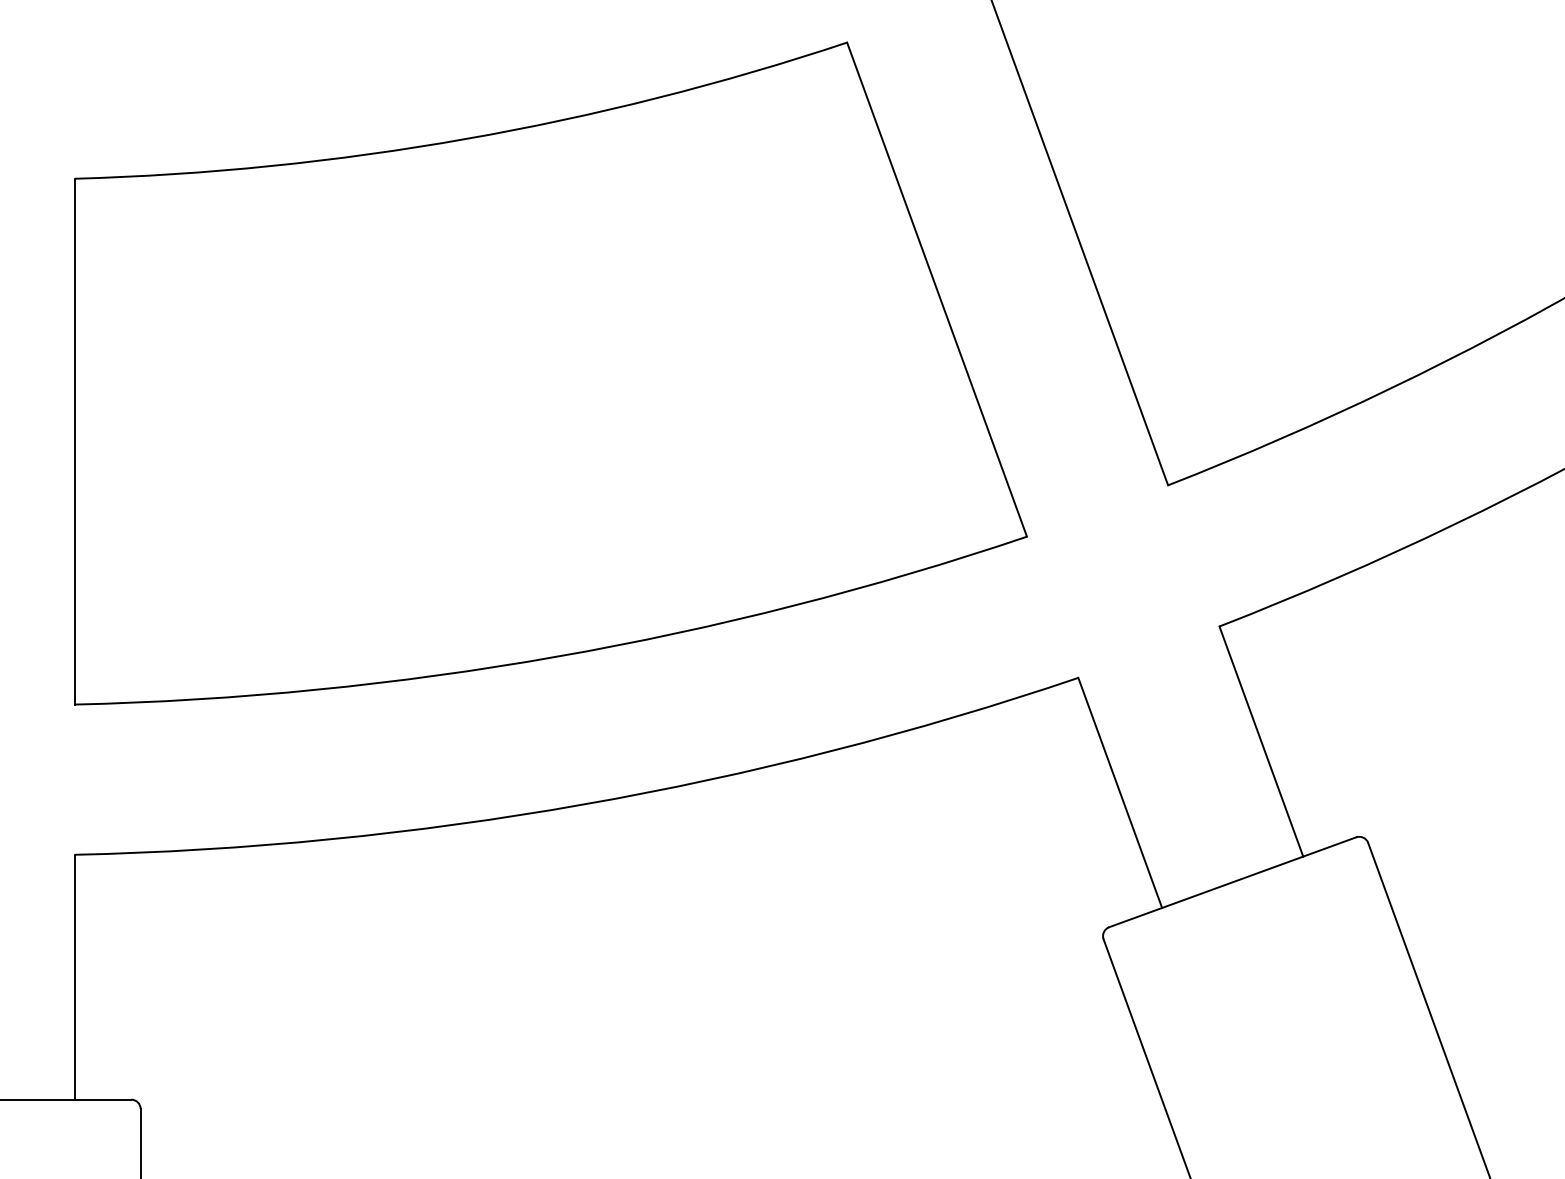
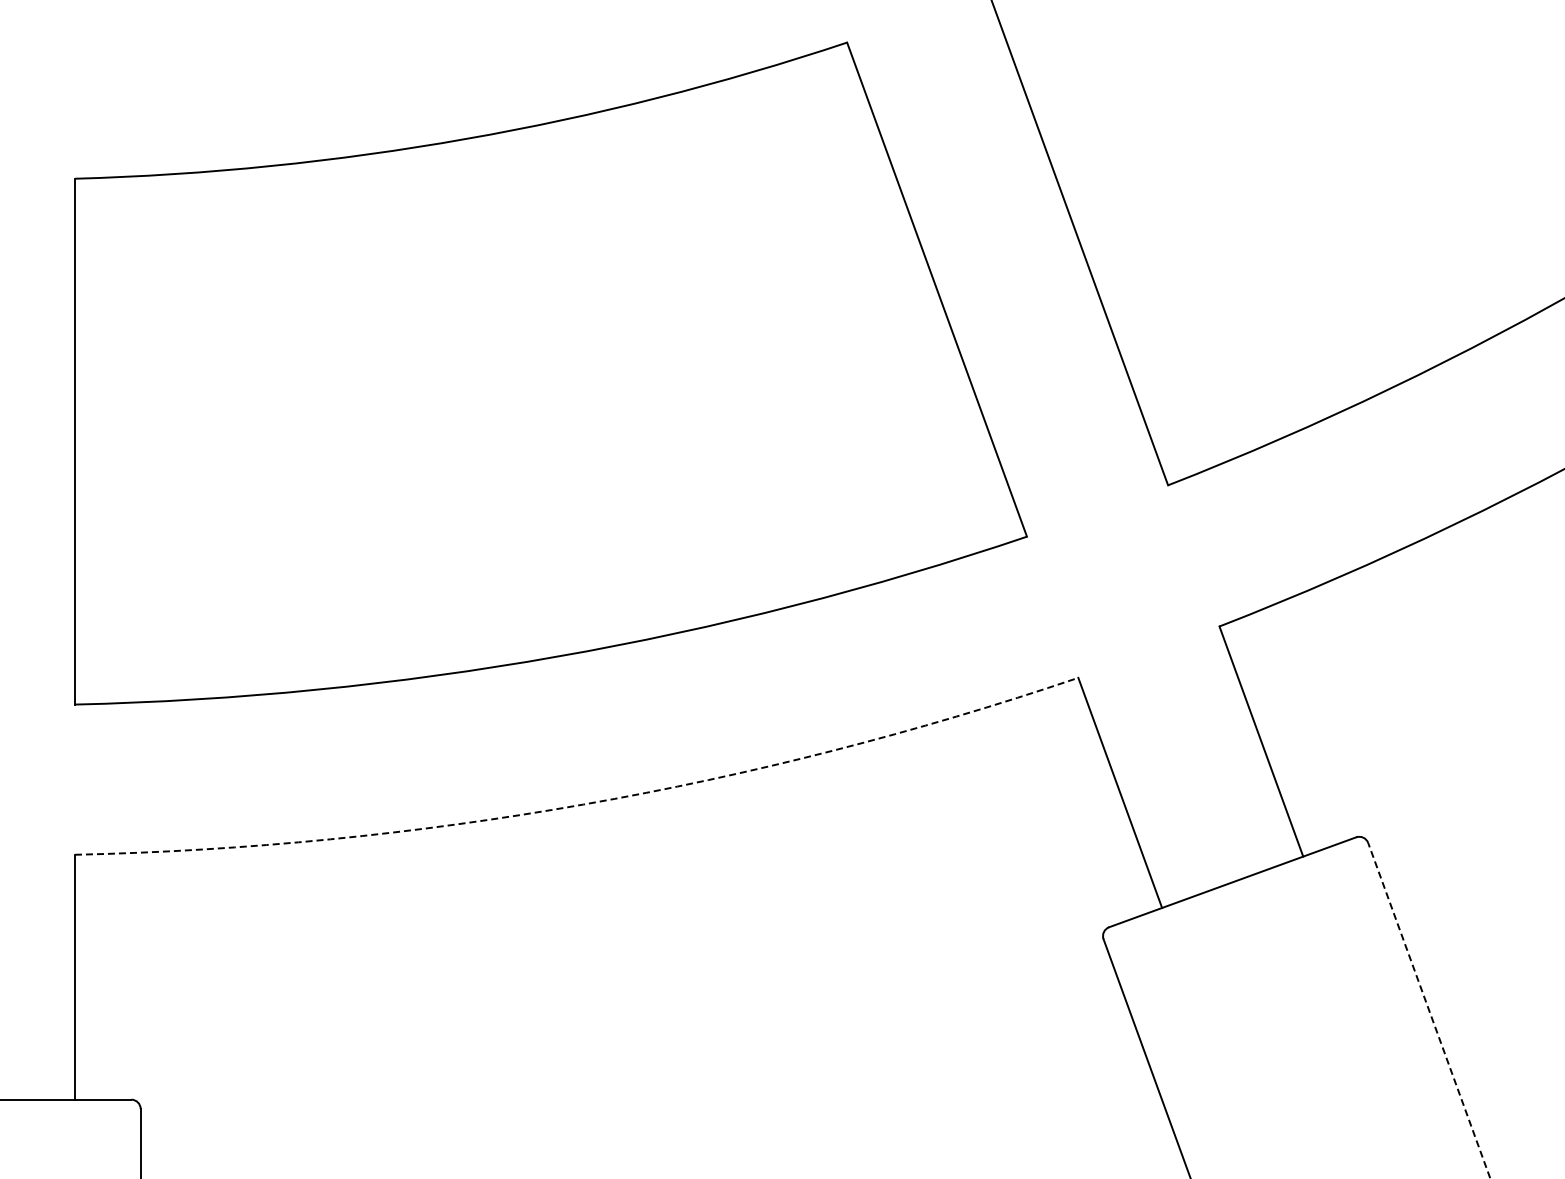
arc at (583, 804): solid -> dashed
line at (1429, 1010): solid -> dashed
